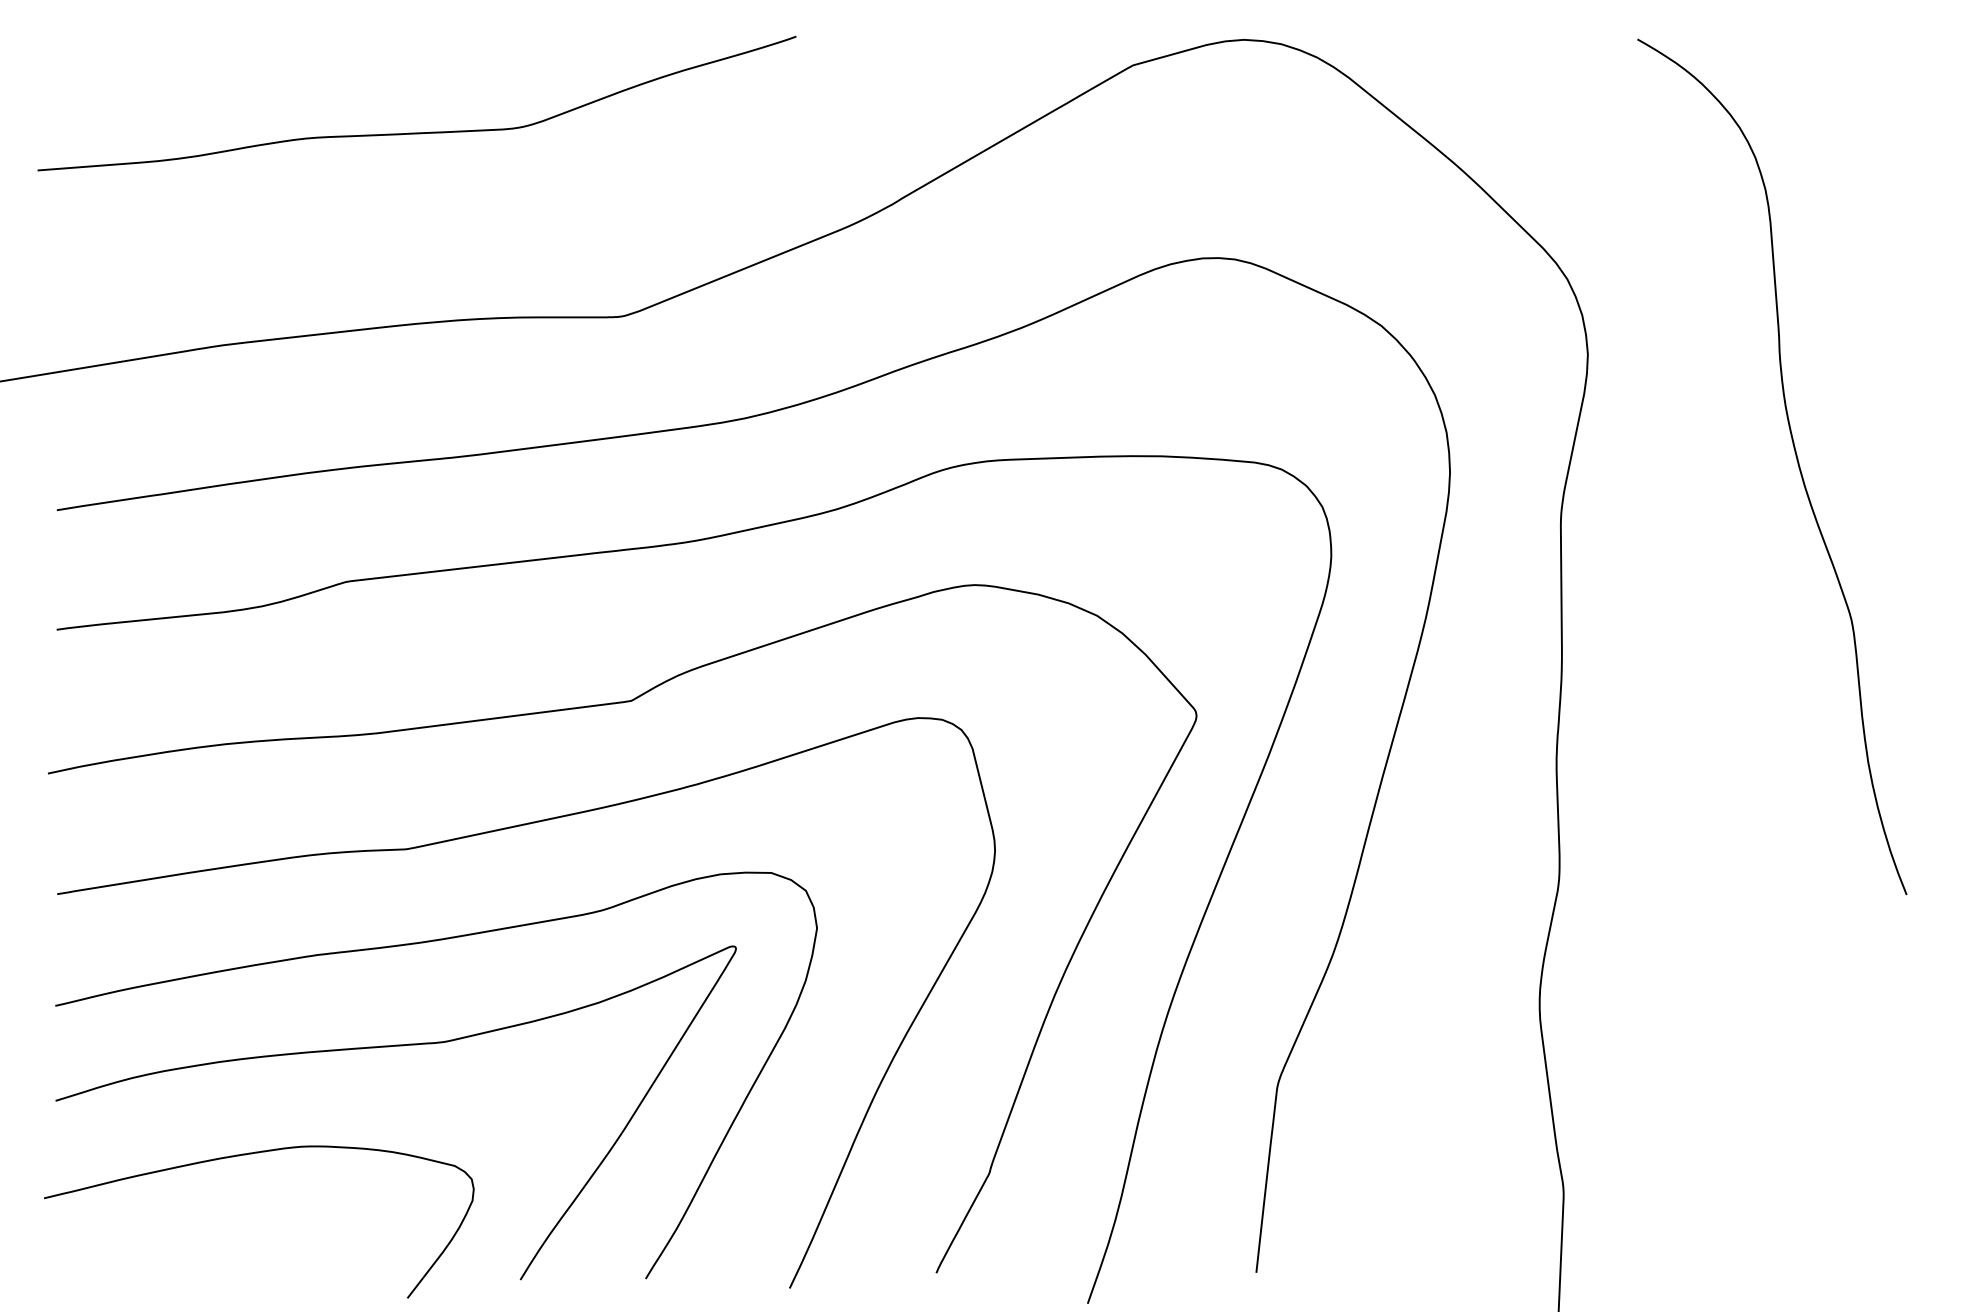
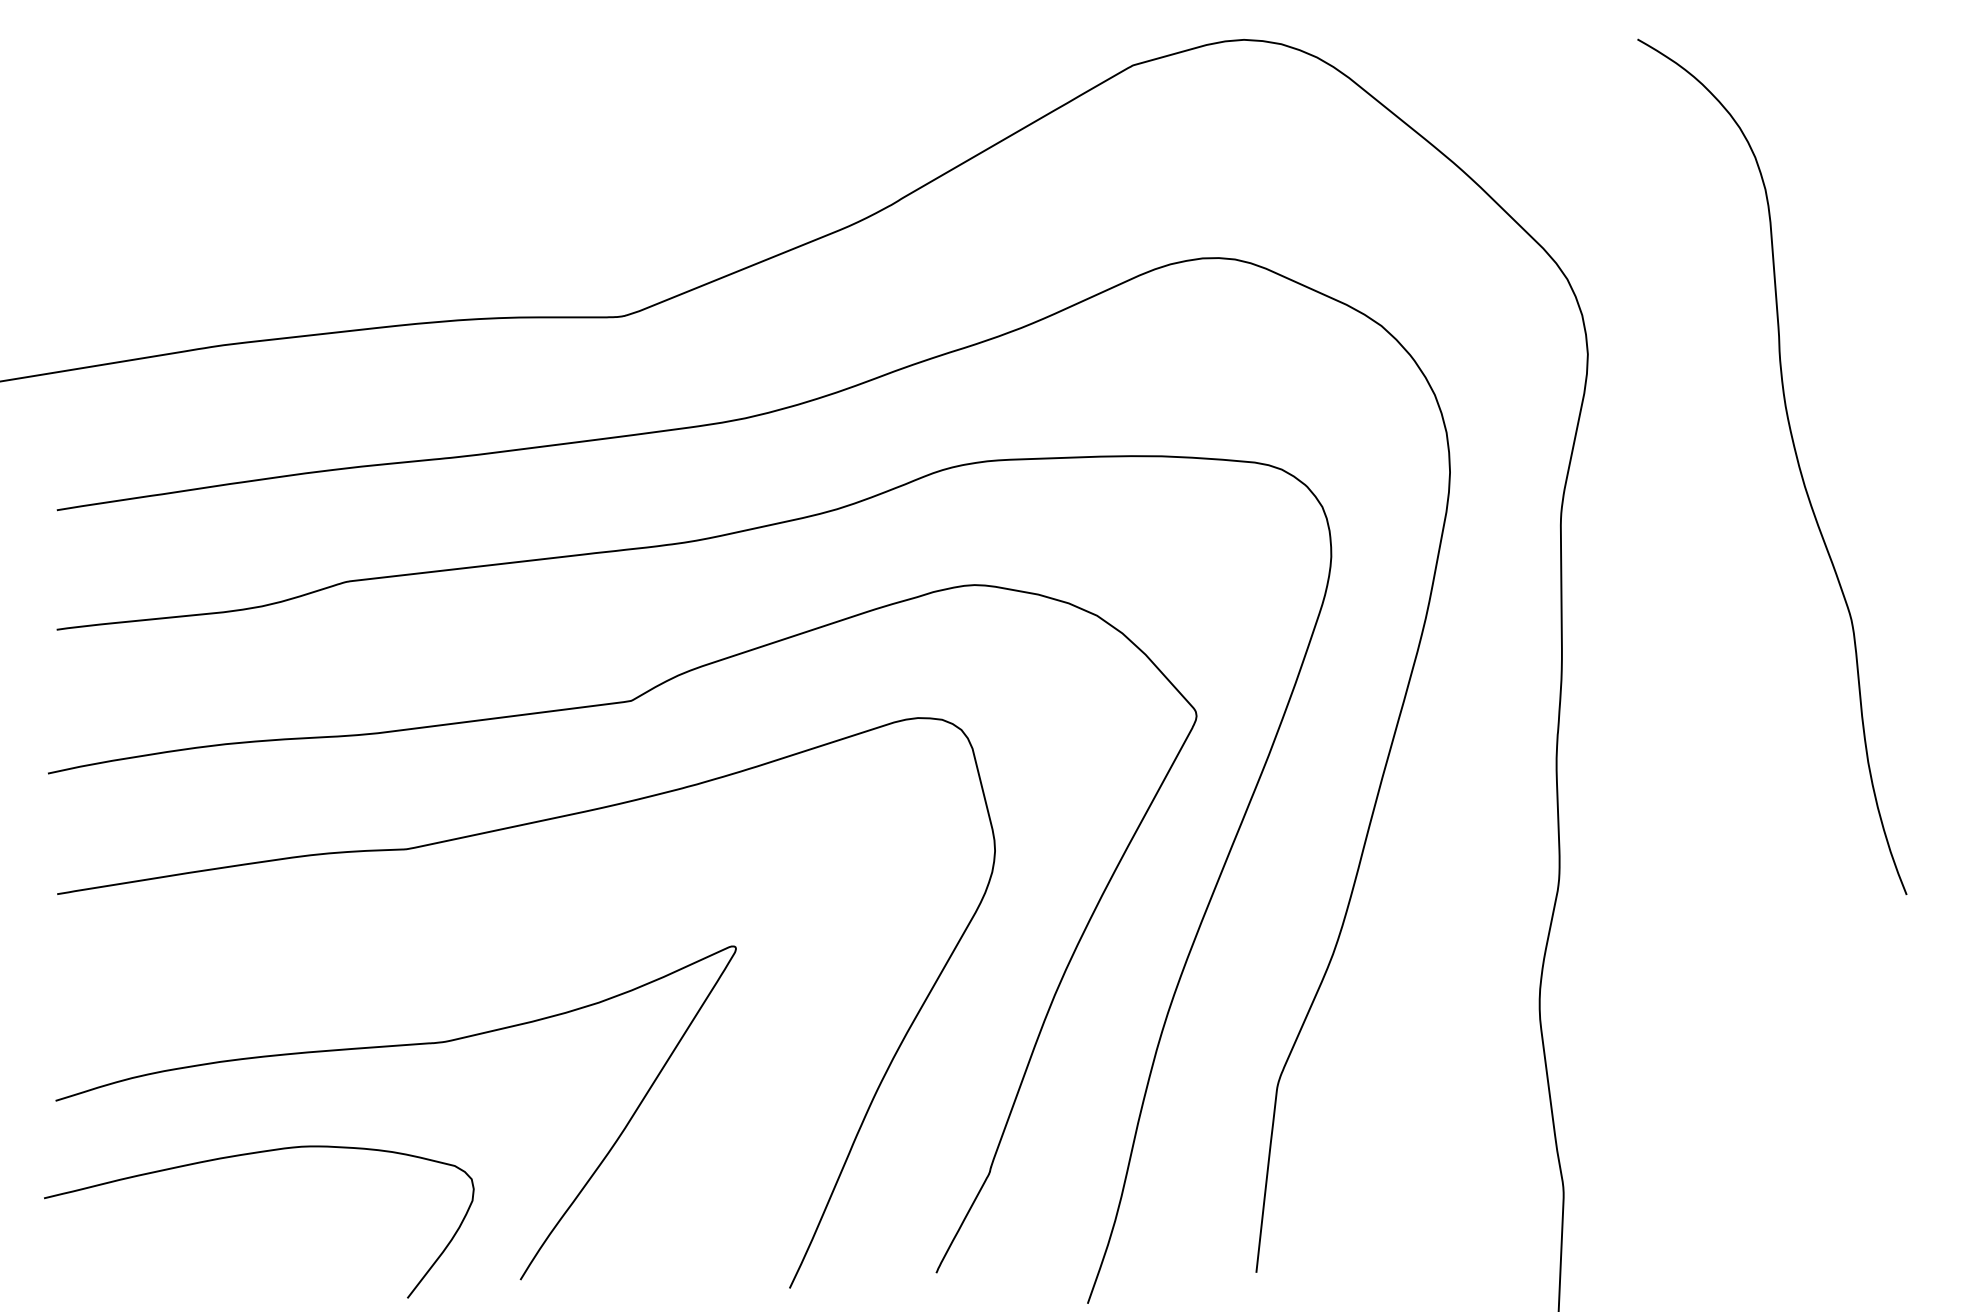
curve at (416, 132): present -> none
curve at (416, 944): present -> none
